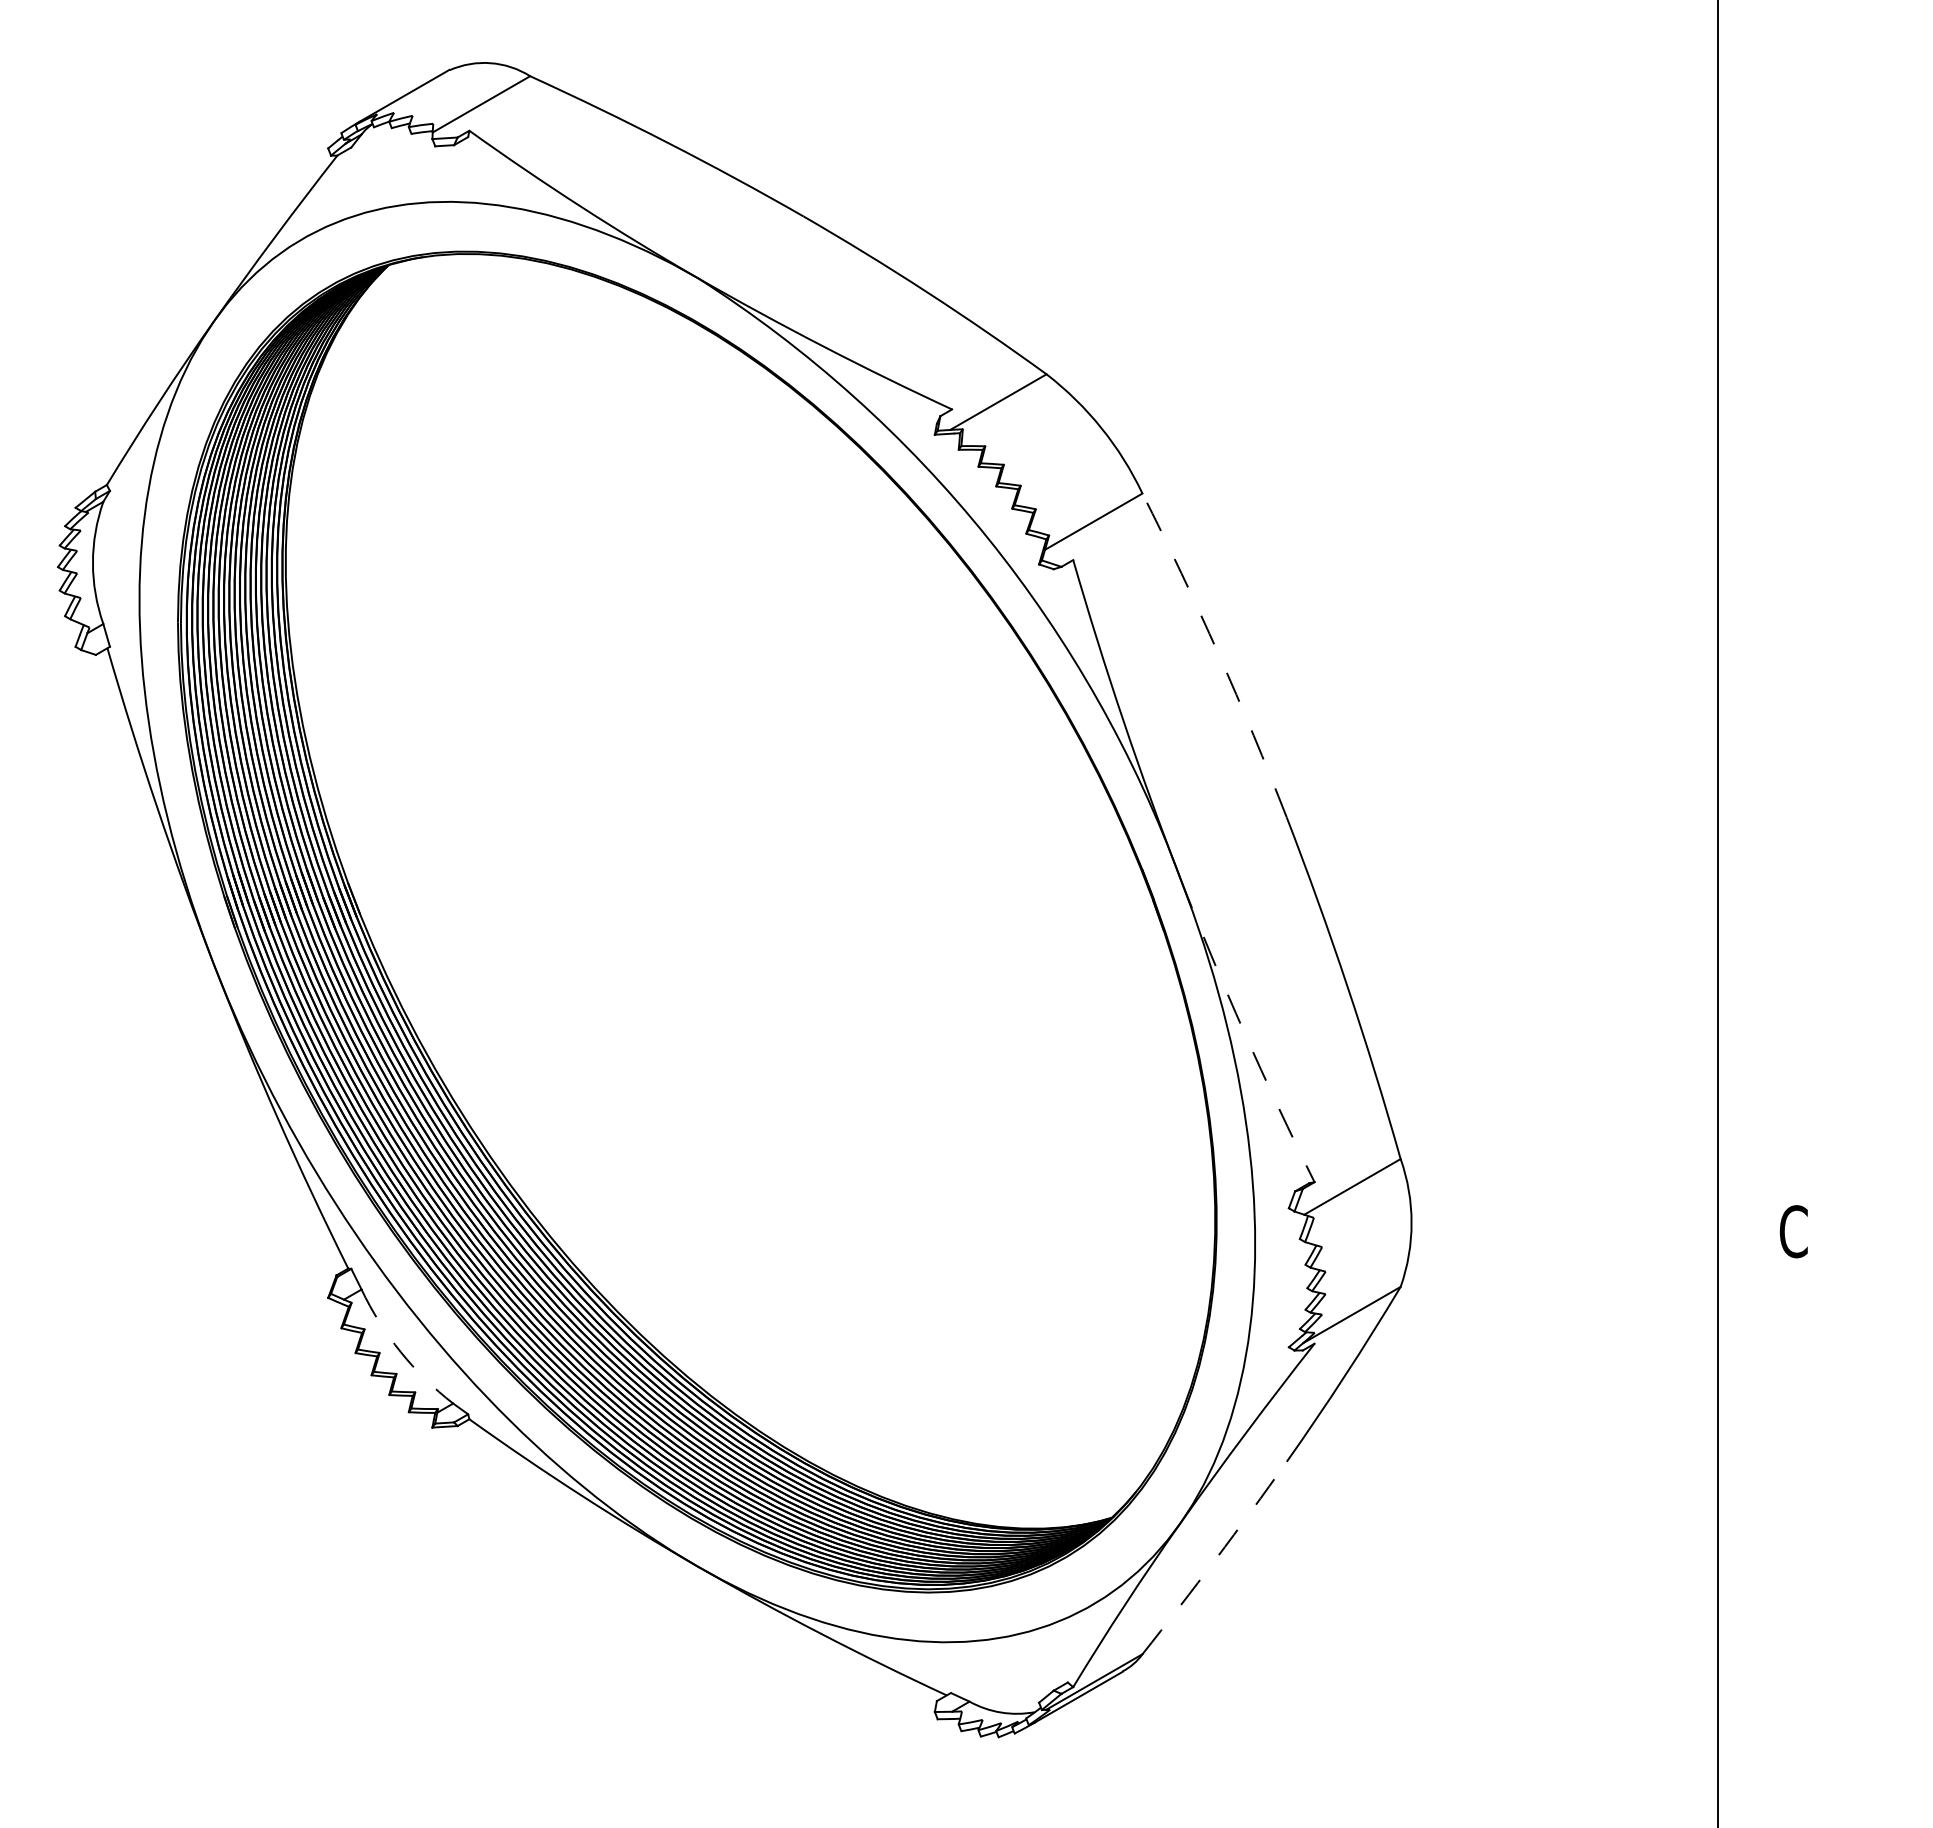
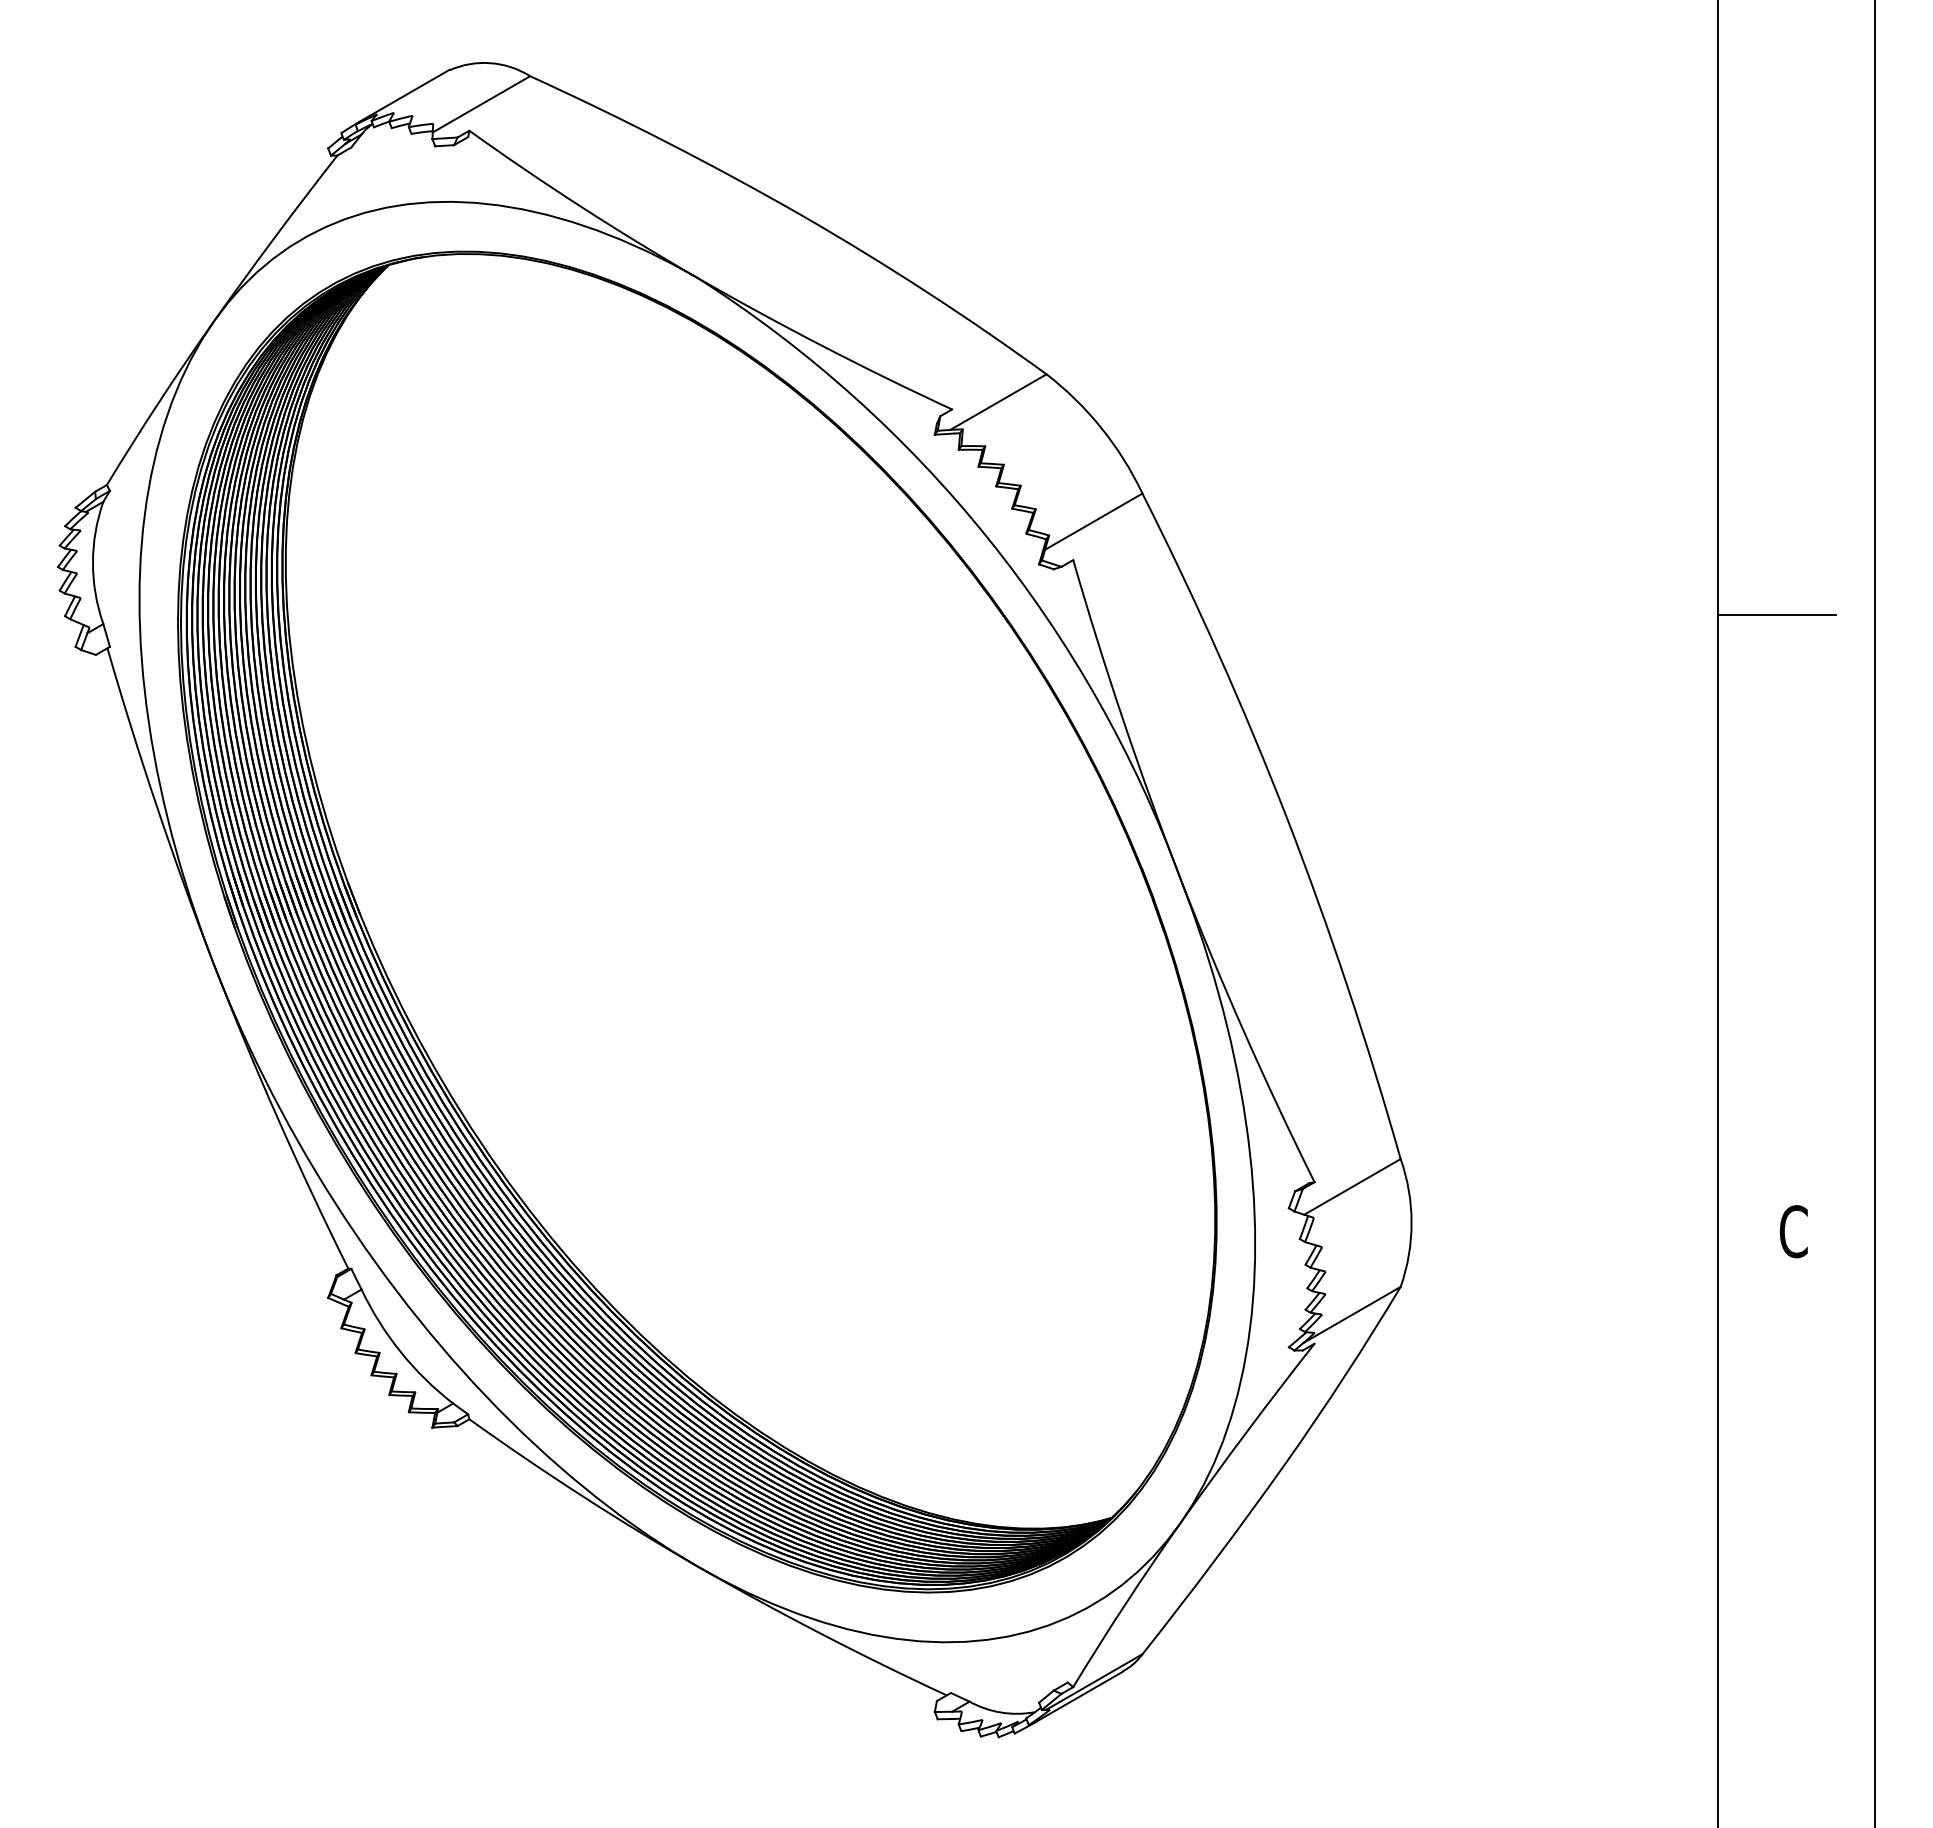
line at (1776, 614): none -> present
arc at (1218, 653): dashed -> solid
line at (1875, 913): none -> present
arc at (1244, 1032): dashed -> solid
arc at (400, 1351): dashed -> solid
arc at (1215, 1559): dashed -> solid
